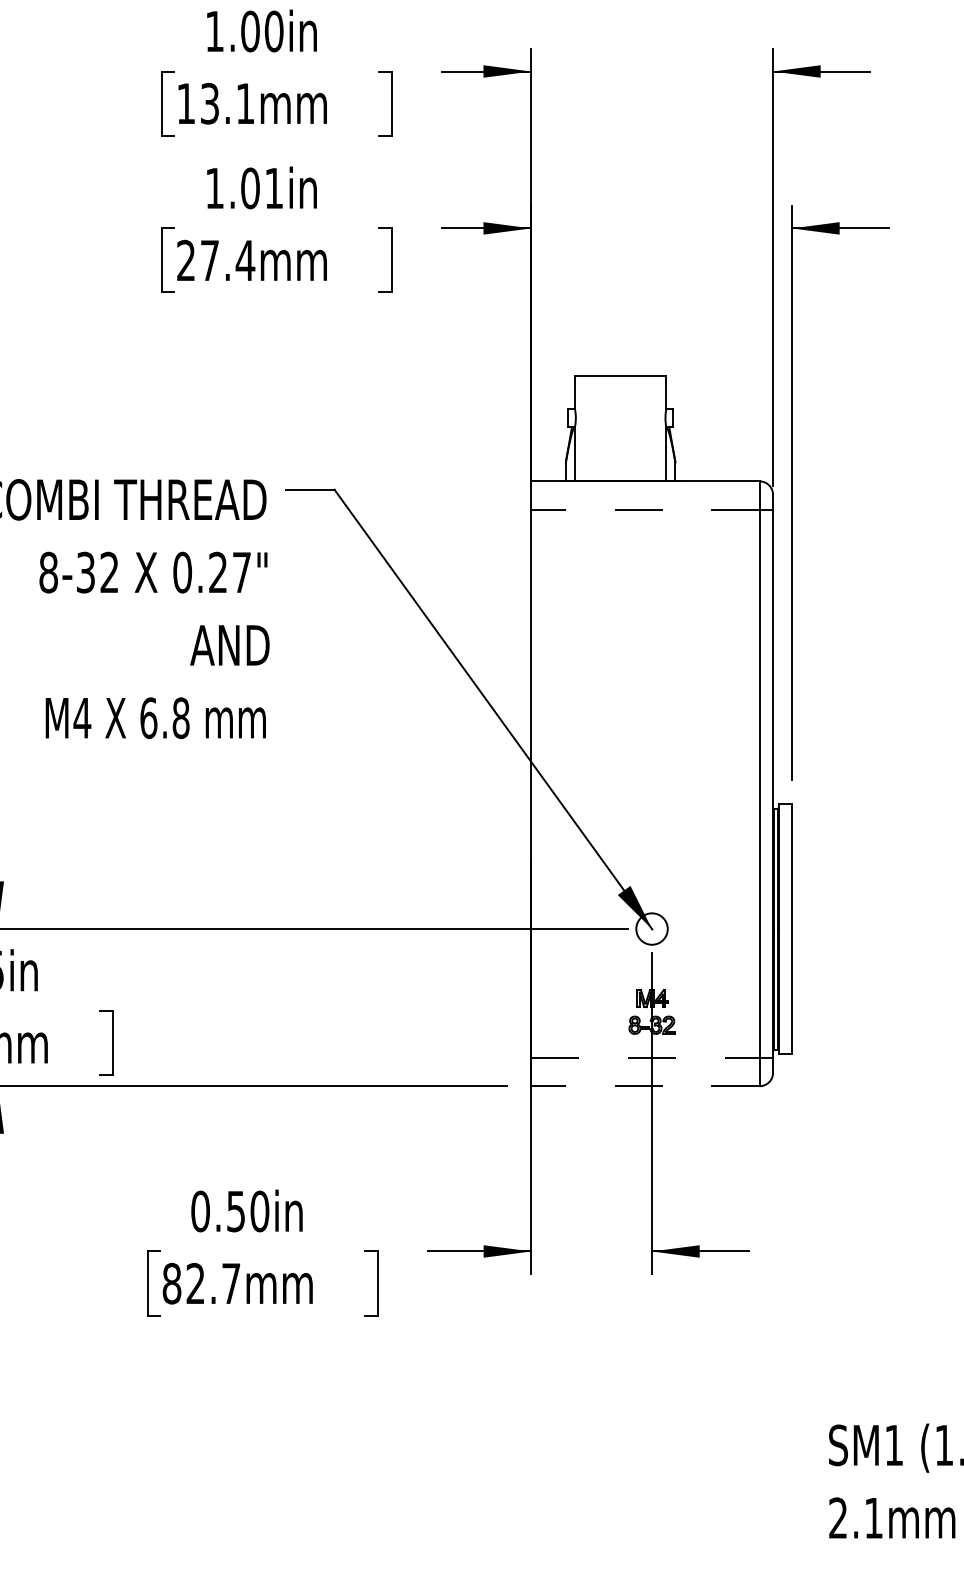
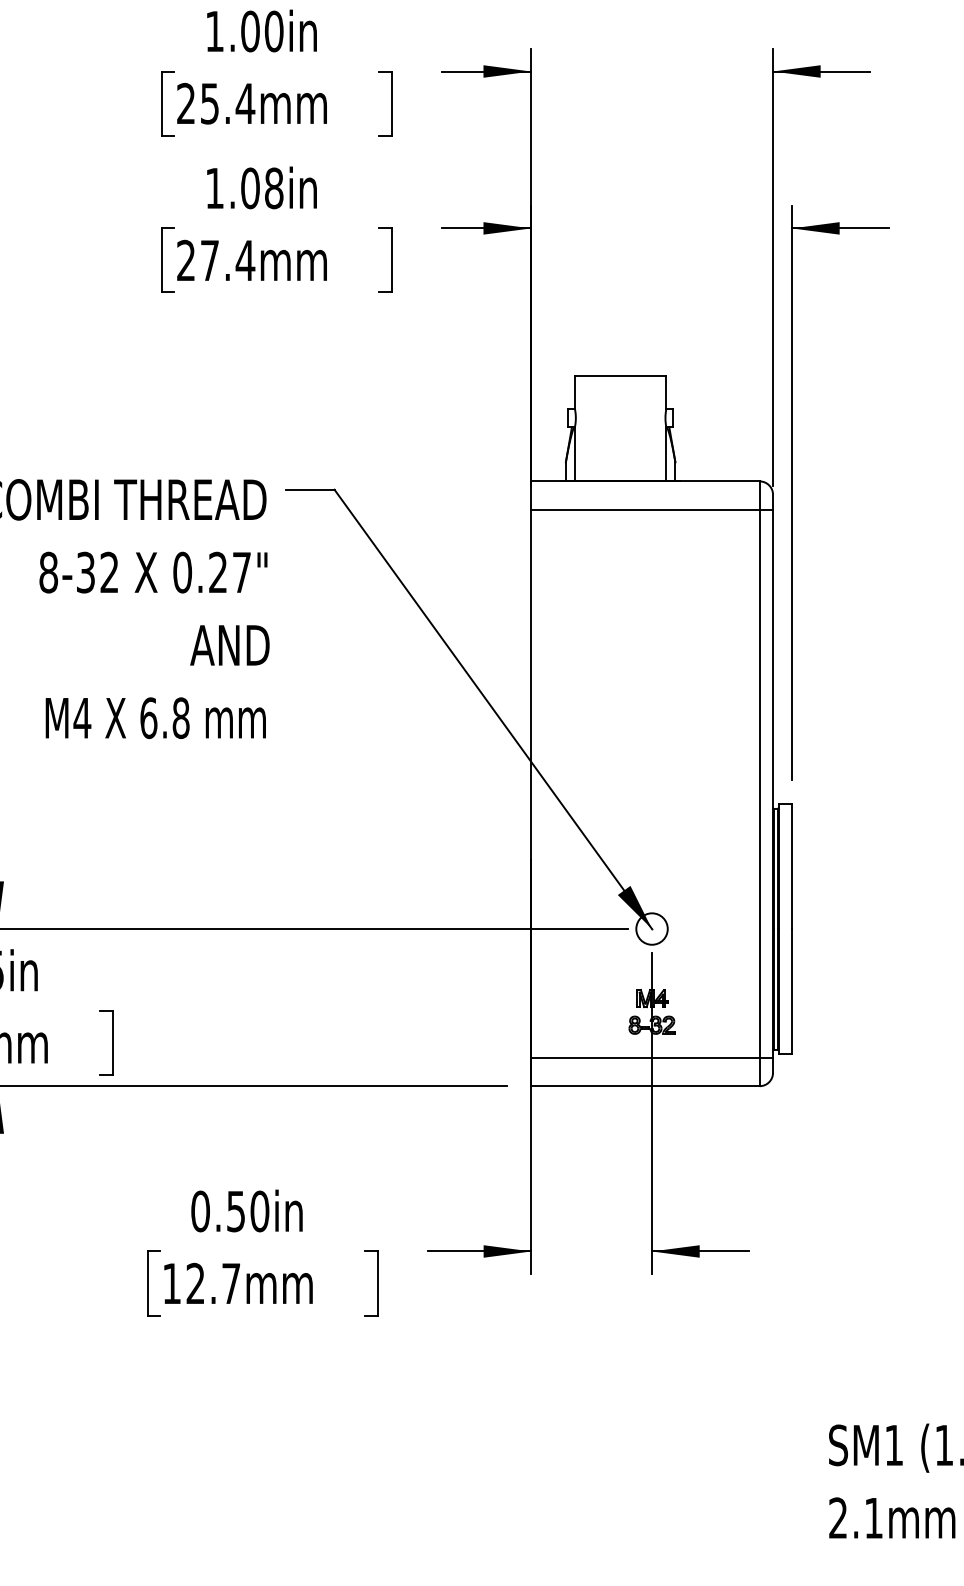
text at (216, 102): 13.1mm -> 25.4mm
text at (274, 188): 1.01in -> 1.08in
line at (644, 510): dashed -> solid
line at (645, 1057): dashed -> solid
line at (644, 1086): dashed -> solid
text at (171, 1283): 82.7mm -> 12.7mm
